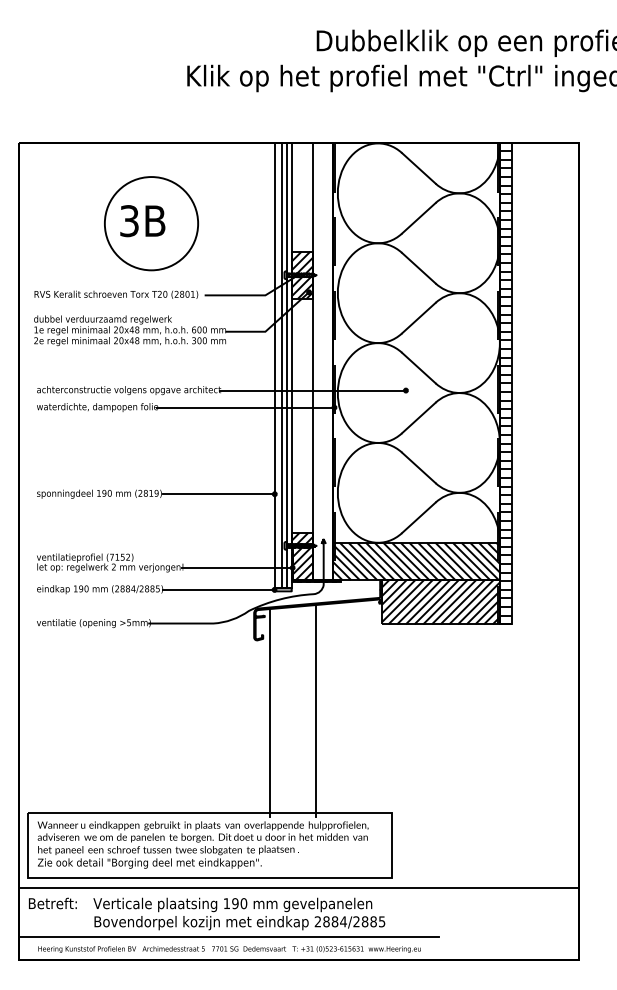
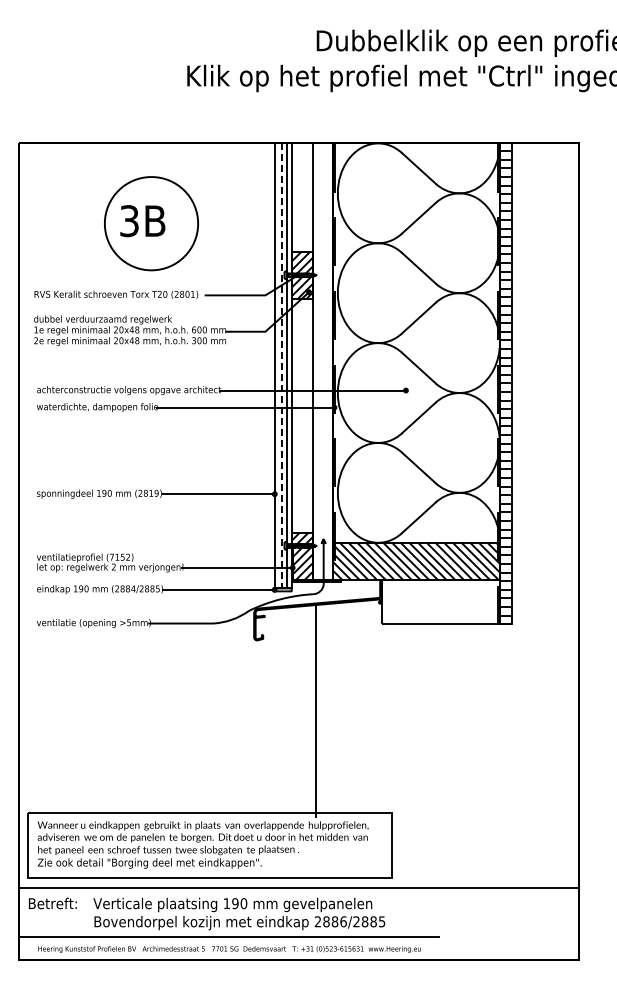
line at (282, 366): solid -> dashed
hatch at (440, 602): present -> none
line at (270, 713): present -> none
text at (343, 921): 2884/2885 -> 2886/2885
